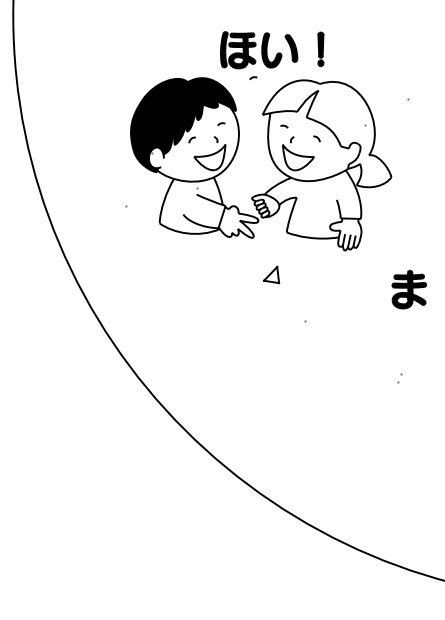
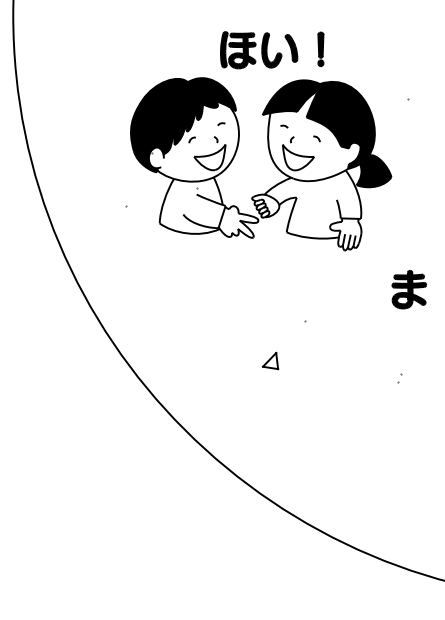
curve at (253, 77): present -> none
fill at (326, 133): none -> present
part at (271, 274) position: (271, 274) -> (270, 360)
